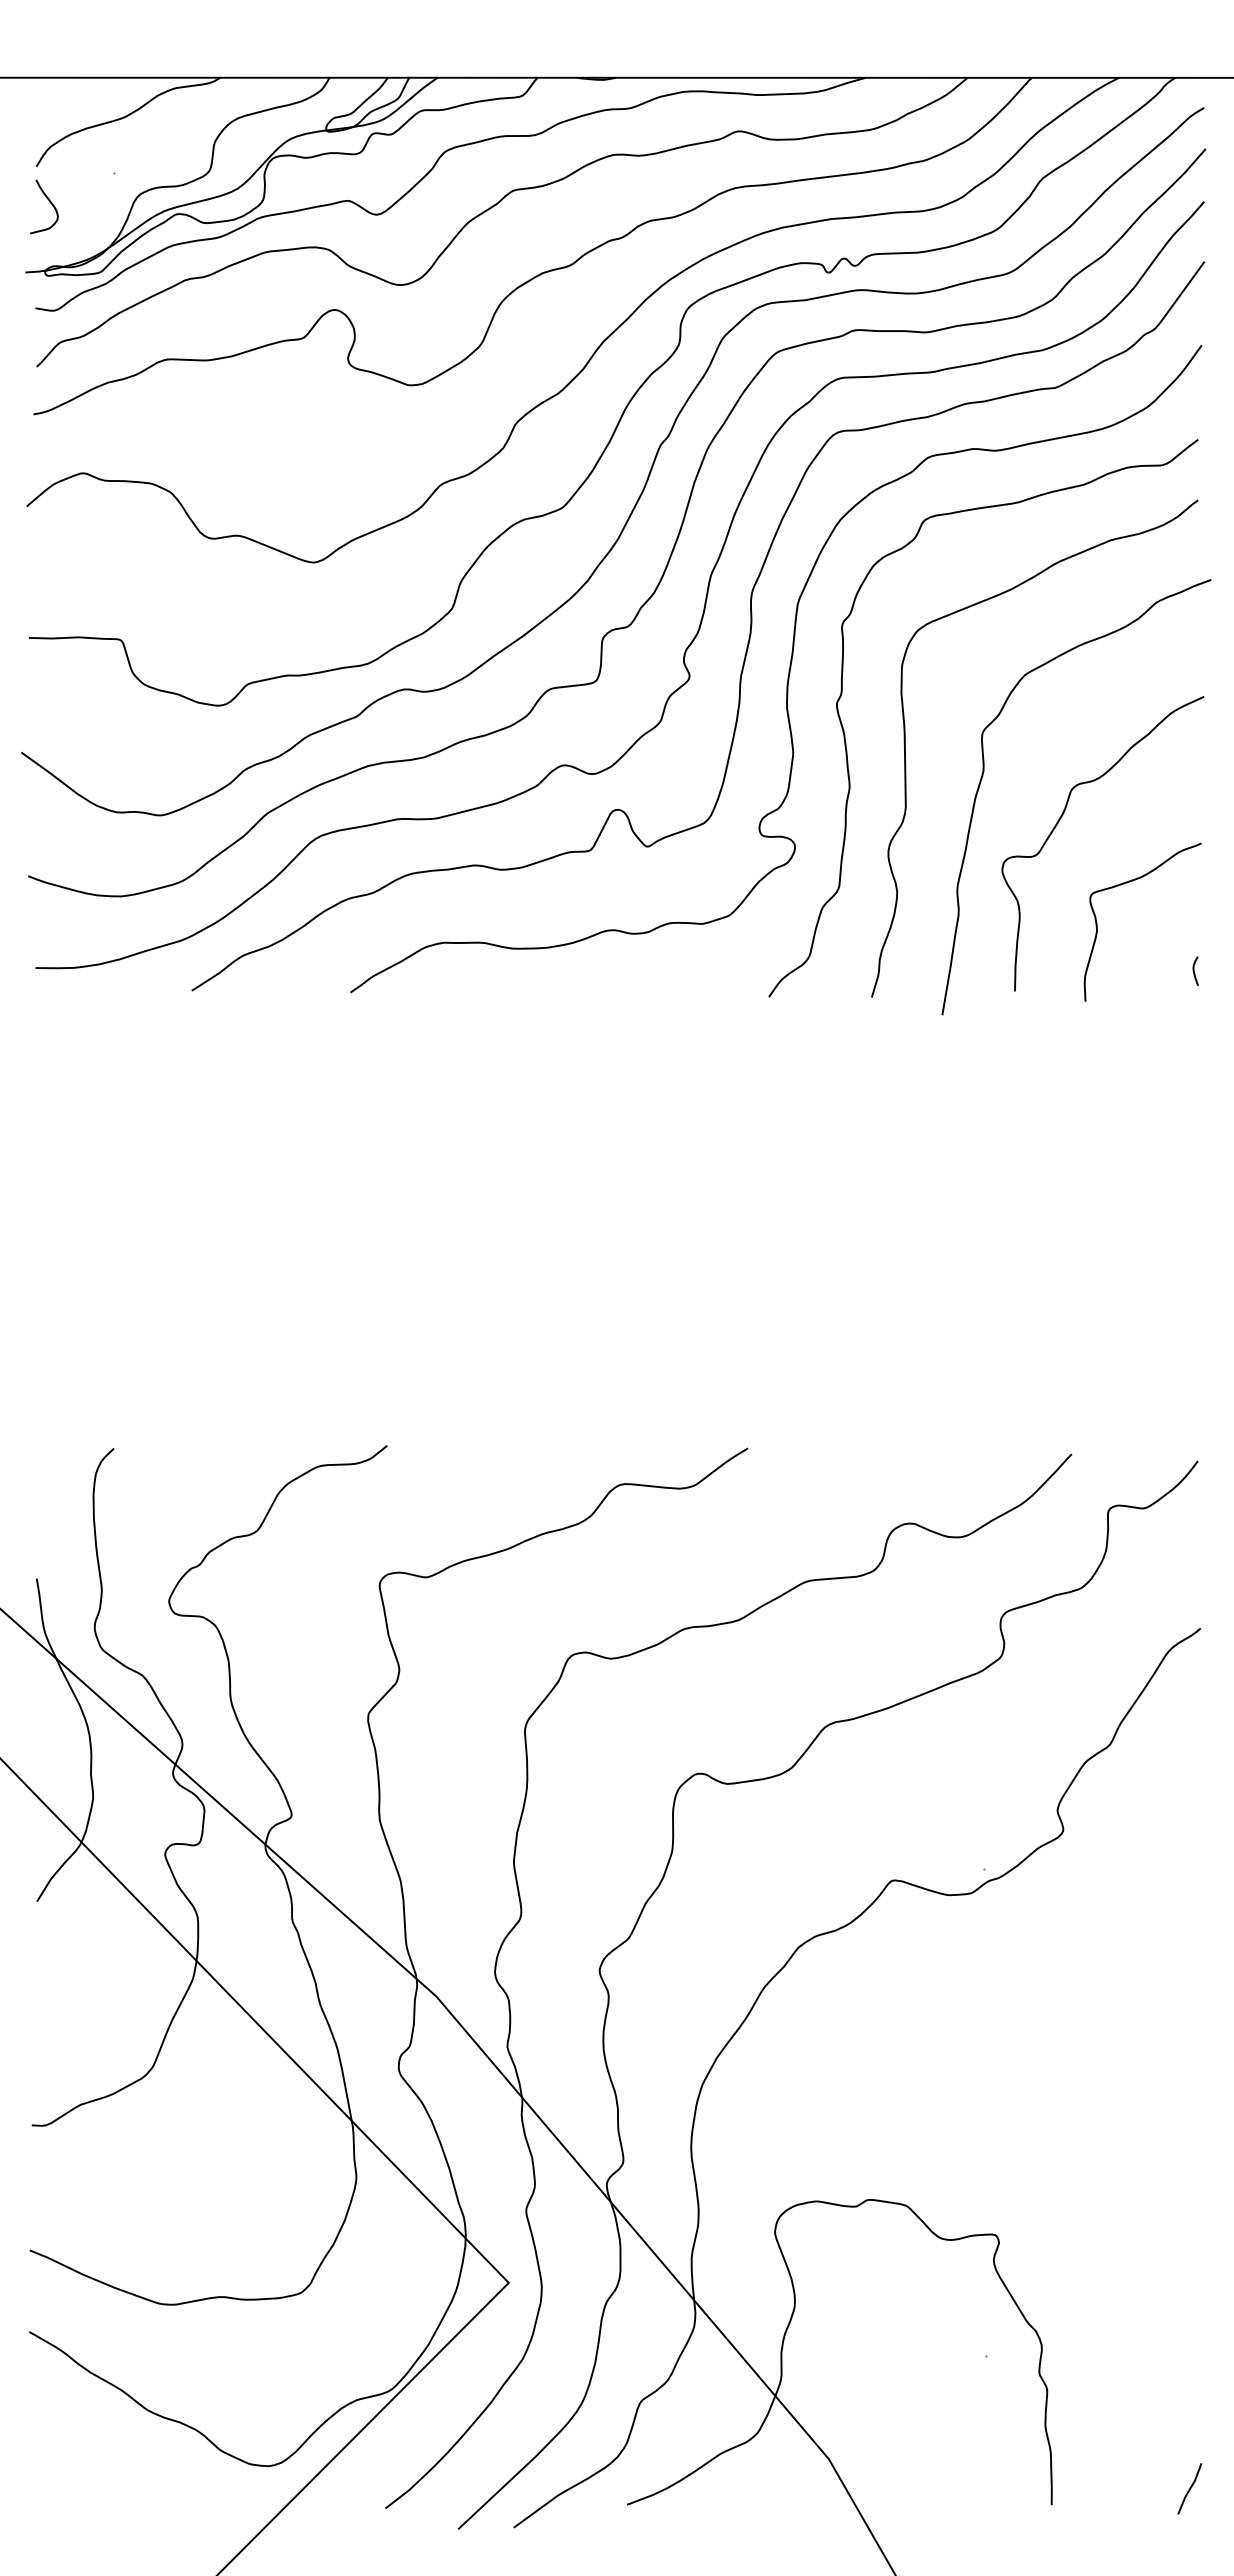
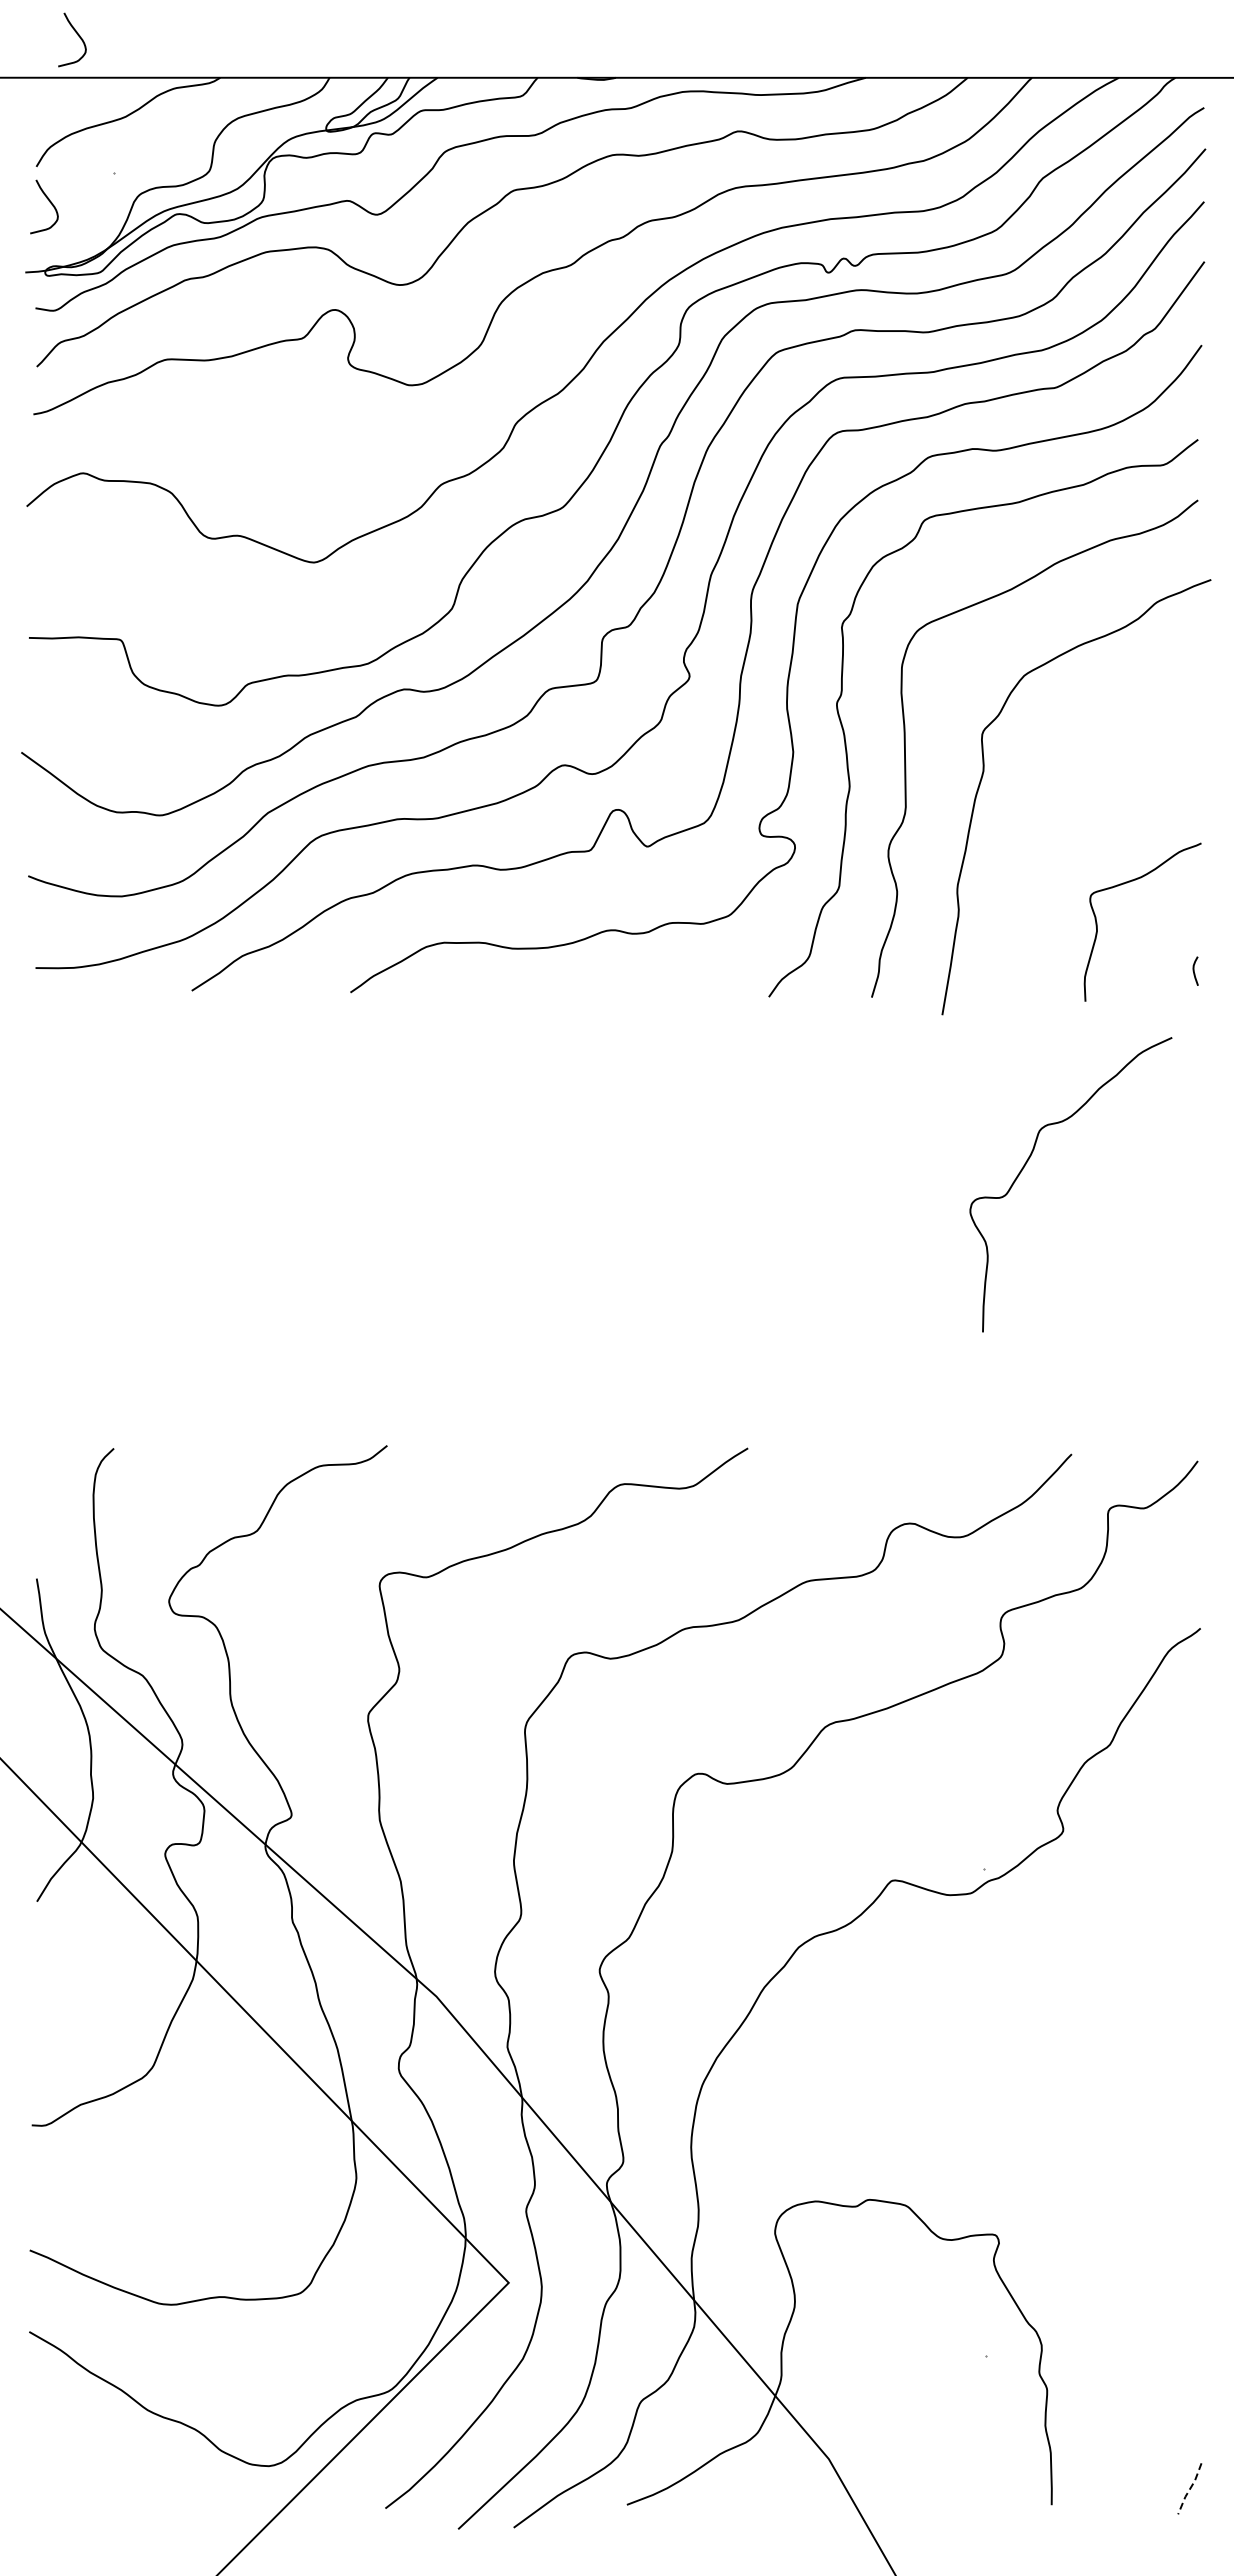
curve at (77, 35): none -> present
curve at (1060, 820) position: (1060, 820) -> (1028, 1161)
line at (1189, 2489): solid -> dashed
